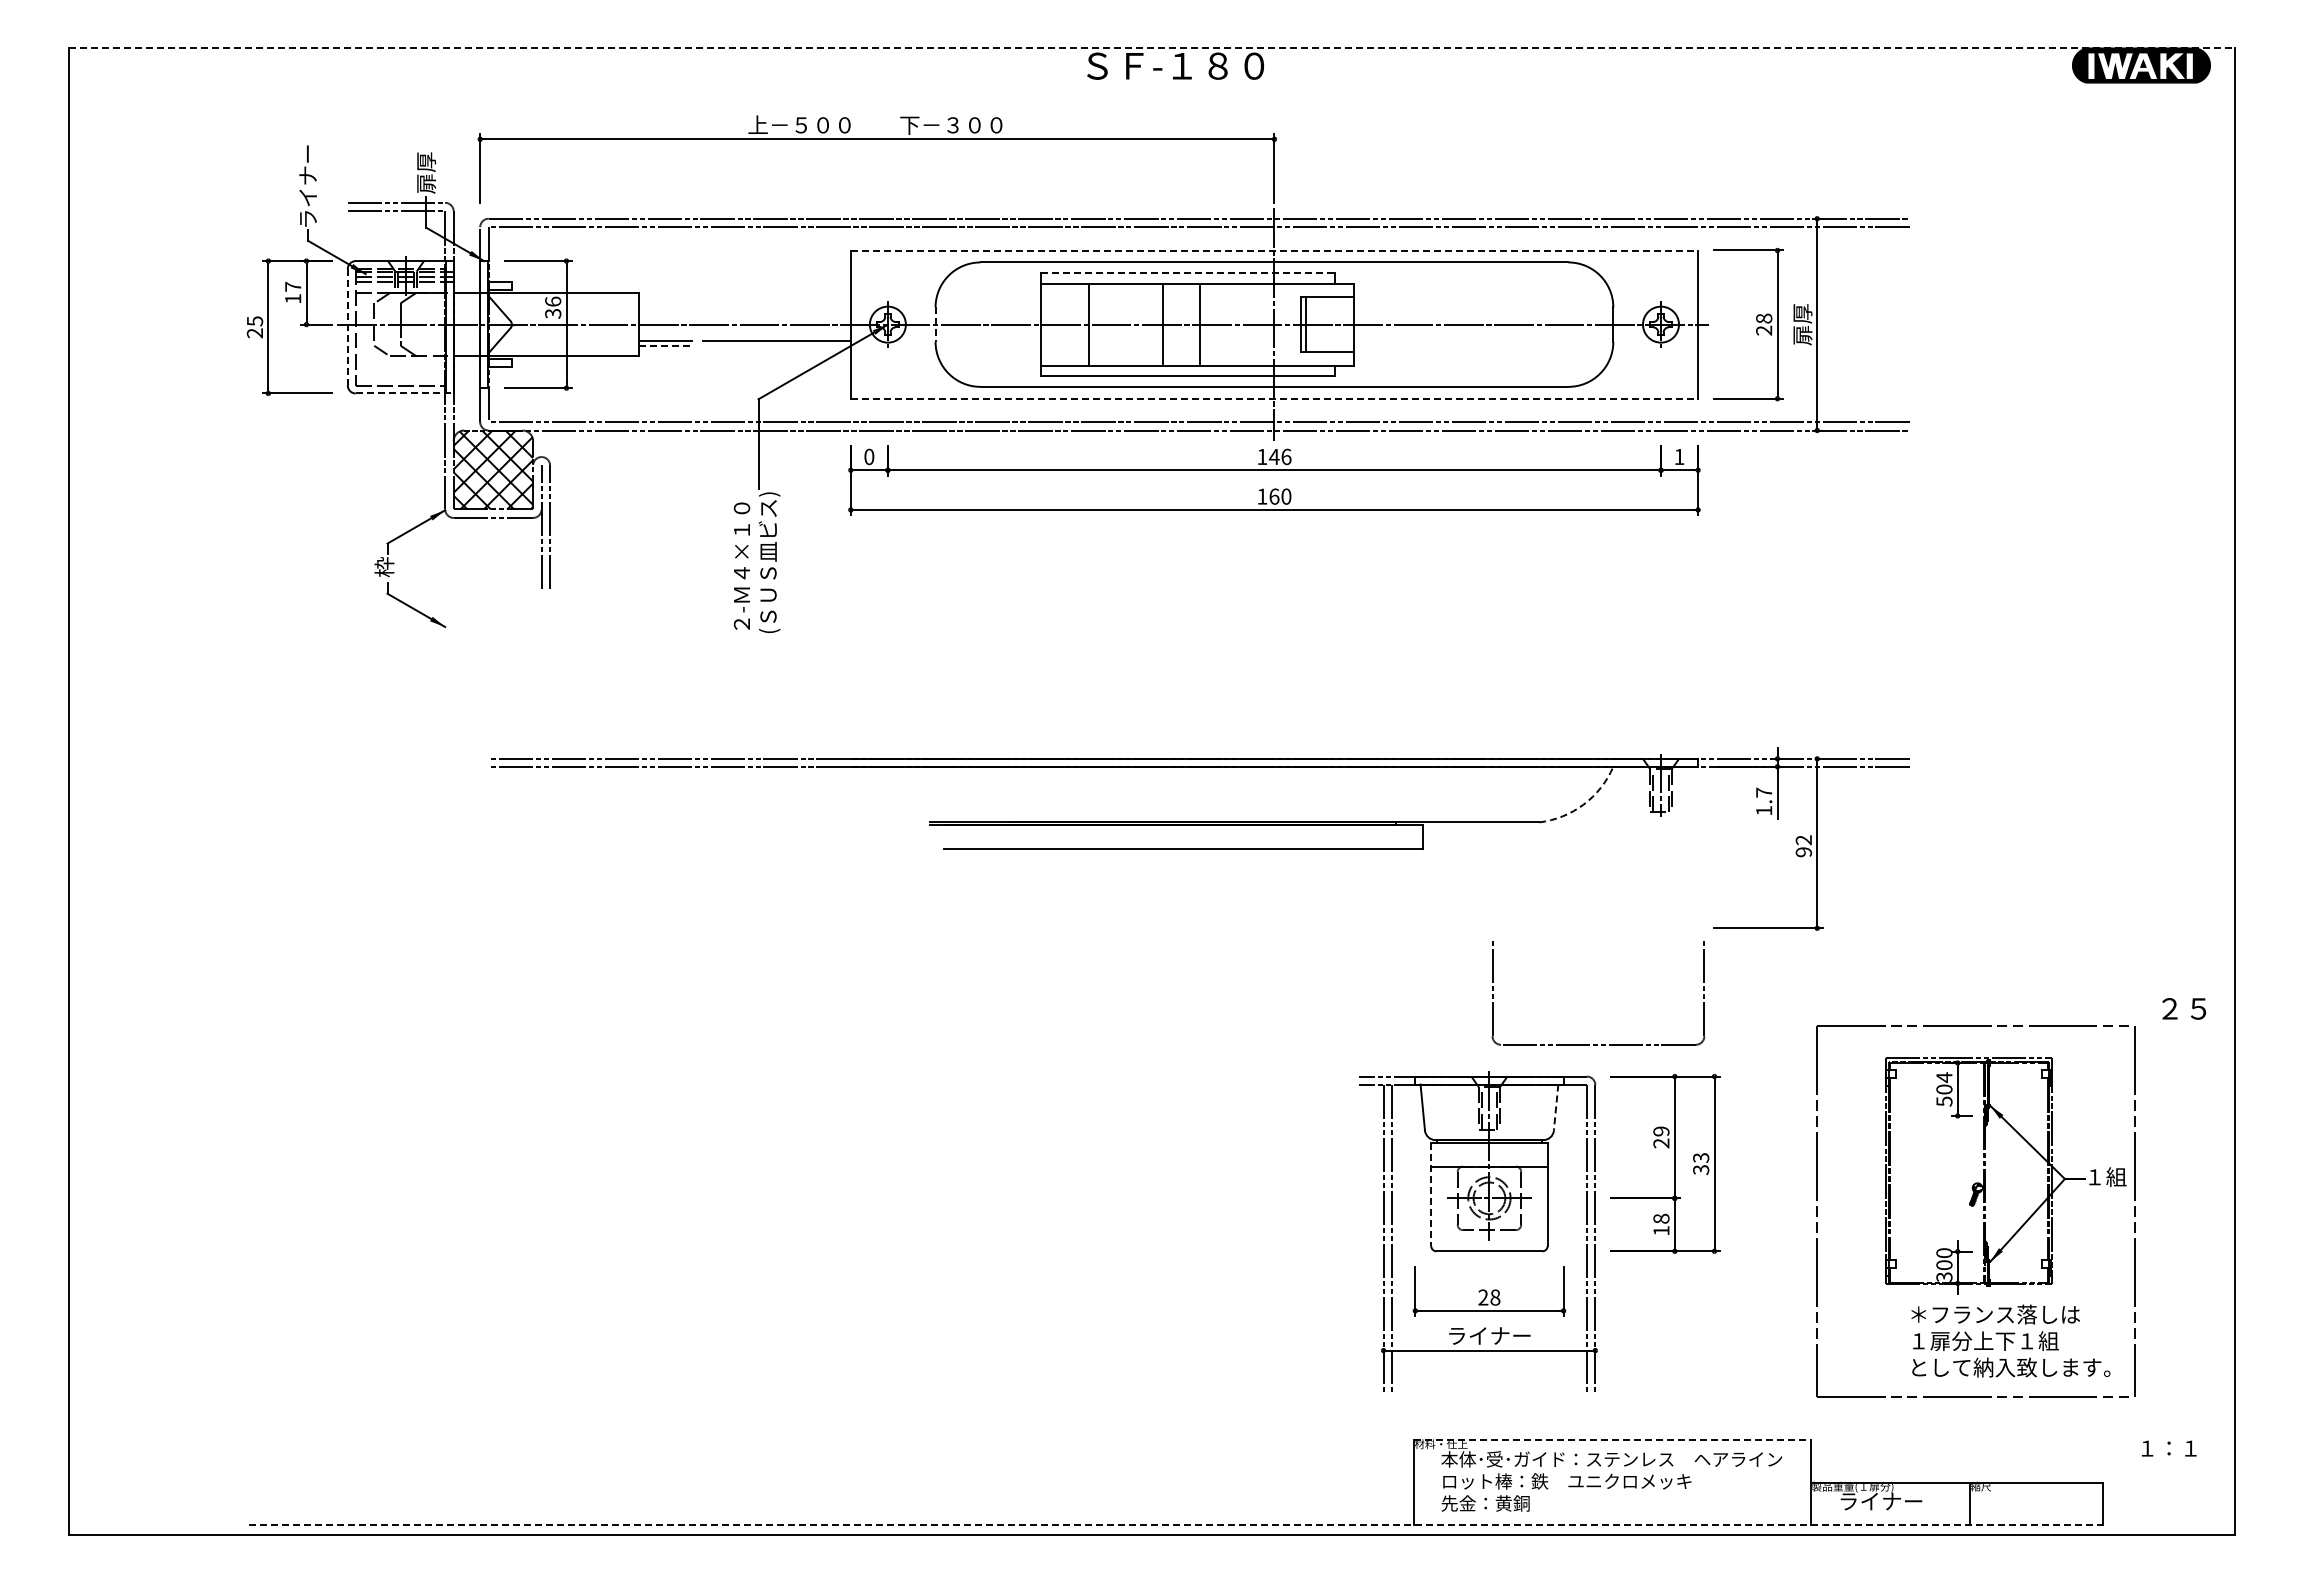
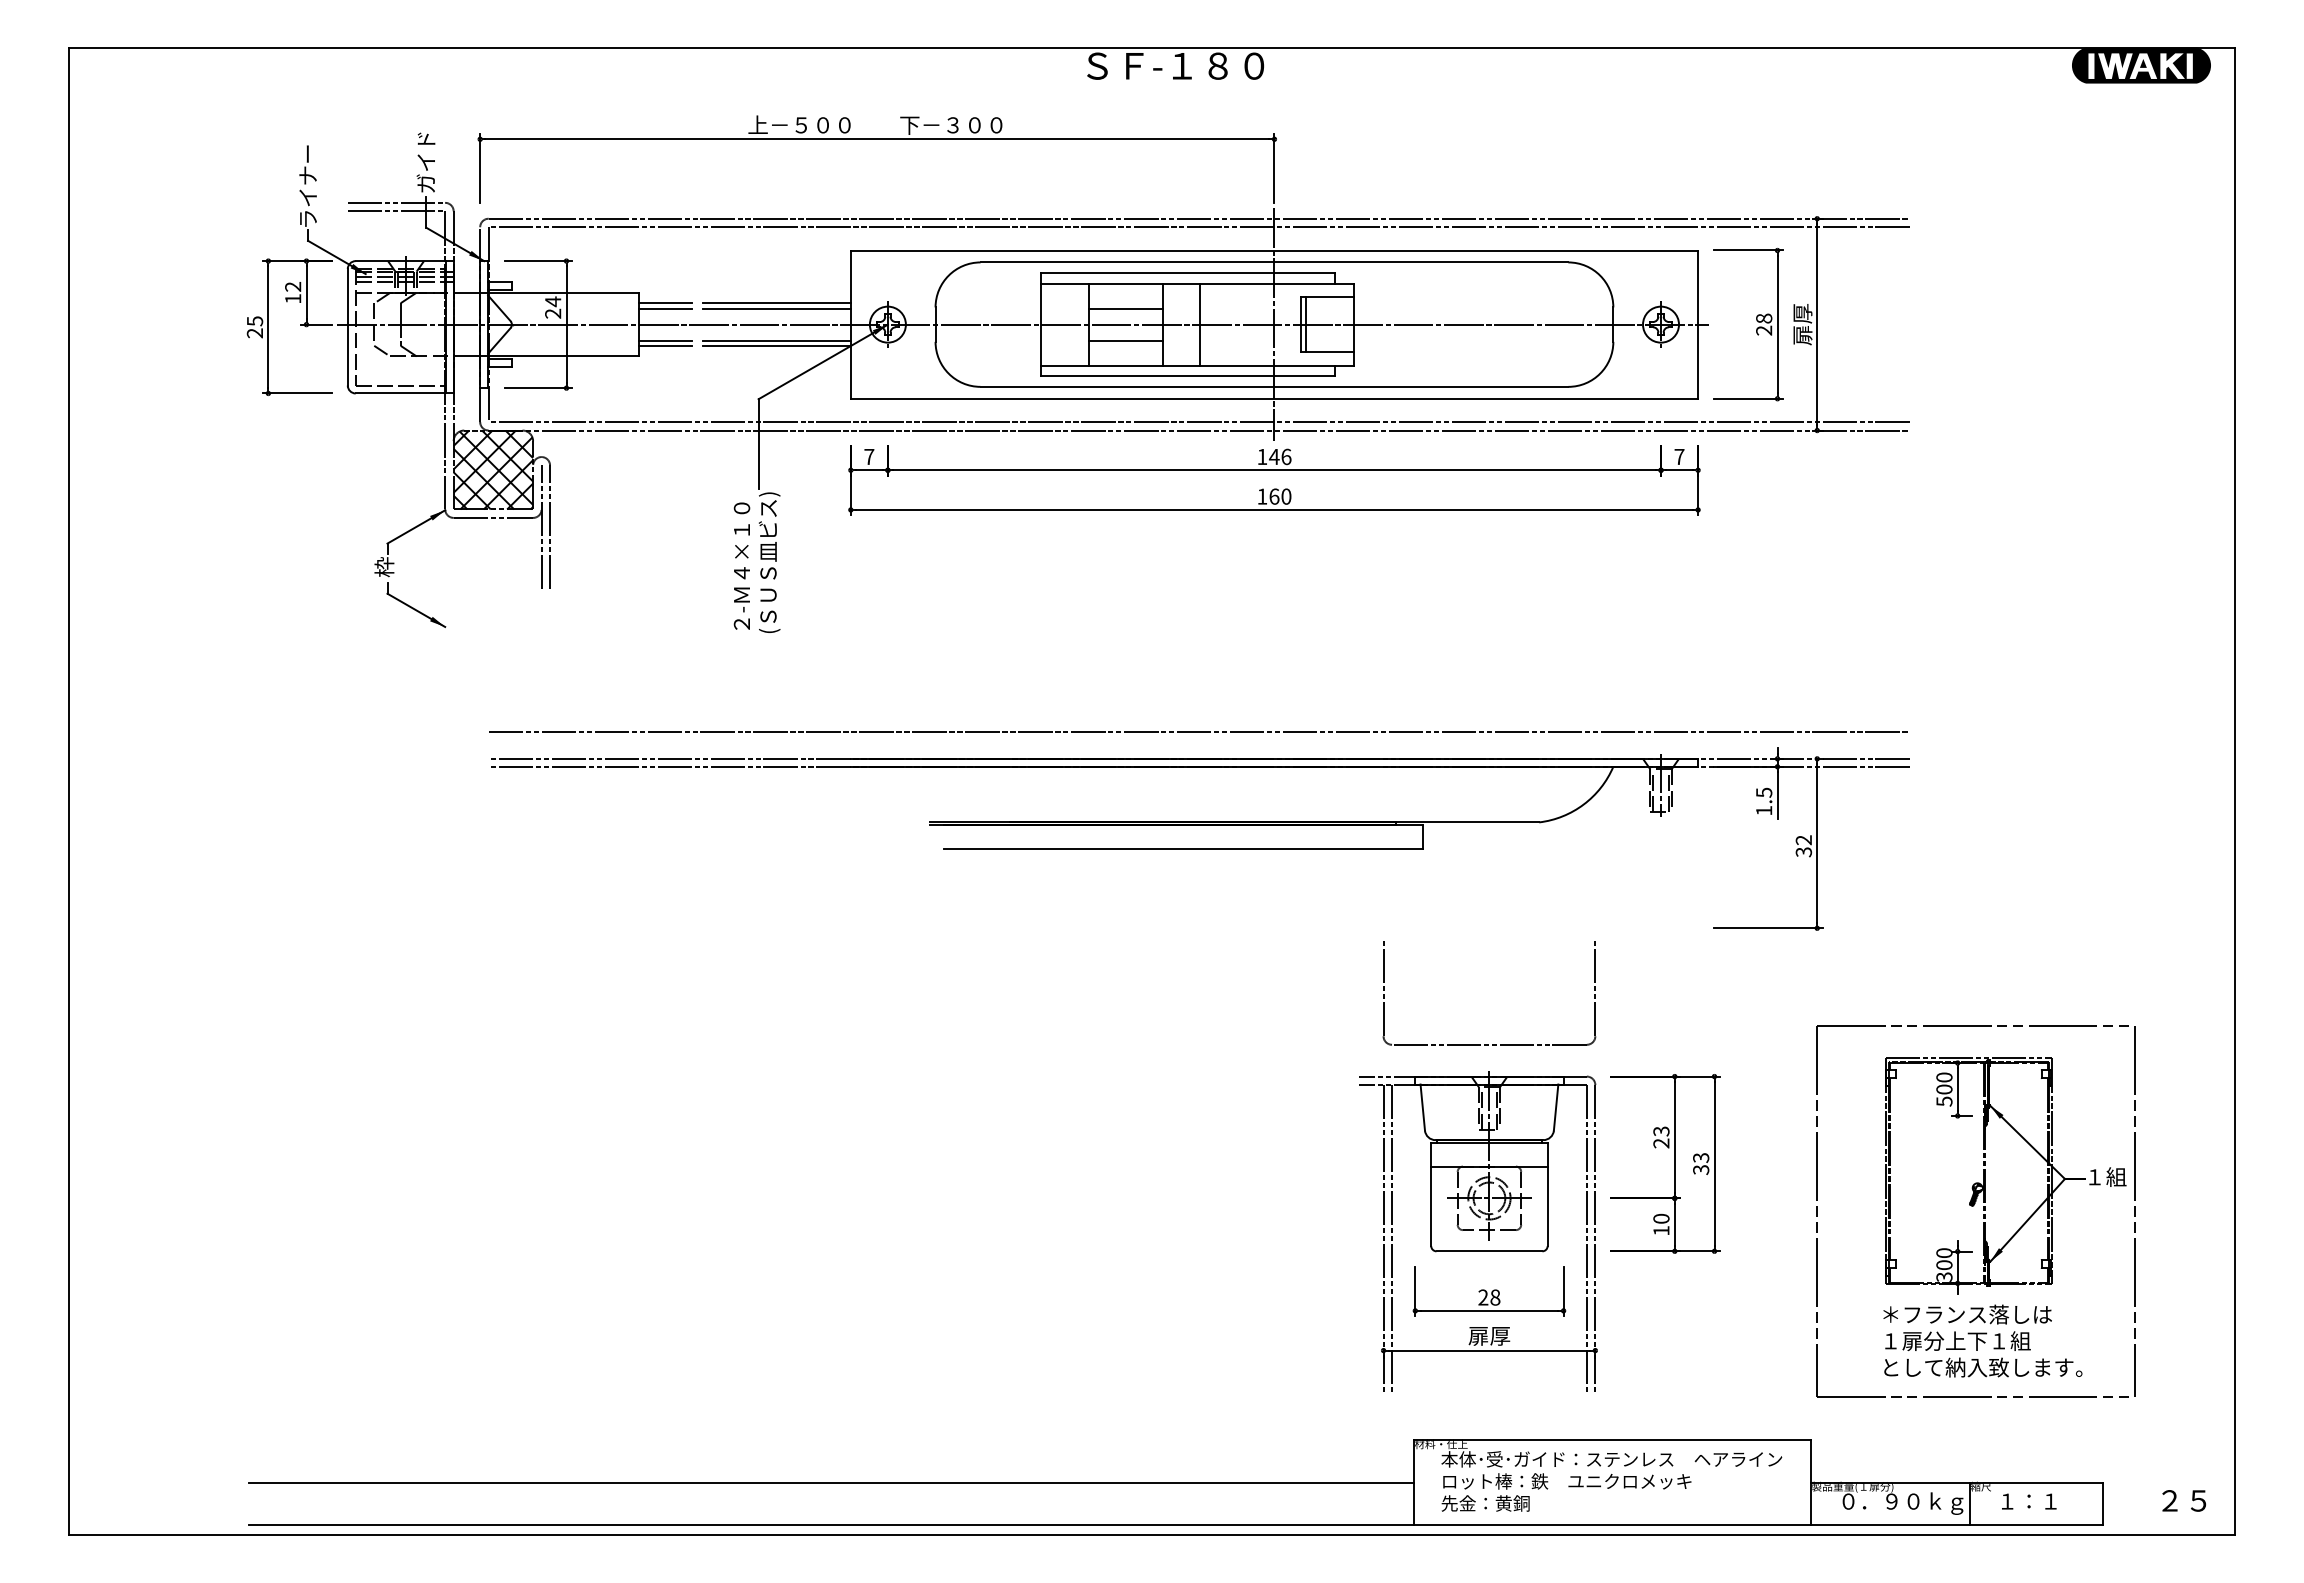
line at (1151, 47): dashed -> solid
text at (426, 162): 扉厚 -> ガイド
line at (1274, 250): dashed -> solid
line at (1188, 273): dashed -> solid
text at (293, 286): 17 -> 12
line at (665, 303): none -> present
line at (776, 303): none -> present
text at (553, 307): 36 -> 24
line at (665, 308): none -> present
line at (776, 308): none -> present
line at (1126, 308): none -> present
line at (935, 325): dashed -> solid
line at (347, 327): dashed -> solid
line at (1126, 340): none -> present
line at (666, 345): dashed -> solid
line at (776, 345): none -> present
line at (404, 393): dashed -> solid
line at (1274, 398): dashed -> solid
text at (869, 456): 0 -> 7
text at (1679, 456): 1 -> 7
line at (1198, 732): none -> present
text at (1764, 792): 1.7 -> 1.5
arc at (1583, 804): dashed -> solid
text at (1803, 852): 92 -> 32
text at (2184, 1008) position: (2184, 1008) -> (2184, 1500)
part at (1597, 1044) position: (1597, 1044) -> (1488, 1044)
text at (1944, 1077): 504 -> 500
line at (1556, 1108): dashed -> solid
text at (1661, 1131): 29 -> 23
line at (1431, 1194): dashed -> solid
text at (1661, 1218): 18 -> 10
text at (1489, 1336): ライナー -> 扉厚
text at (2010, 1340) position: (2010, 1340) -> (1982, 1340)
line at (1612, 1440): dashed -> solid
text at (2169, 1448) position: (2169, 1448) -> (2029, 1501)
line at (831, 1482): none -> present
text at (1901, 1503): ライナー -> ０．９０ｋｇ
line at (1175, 1524): dashed -> solid
